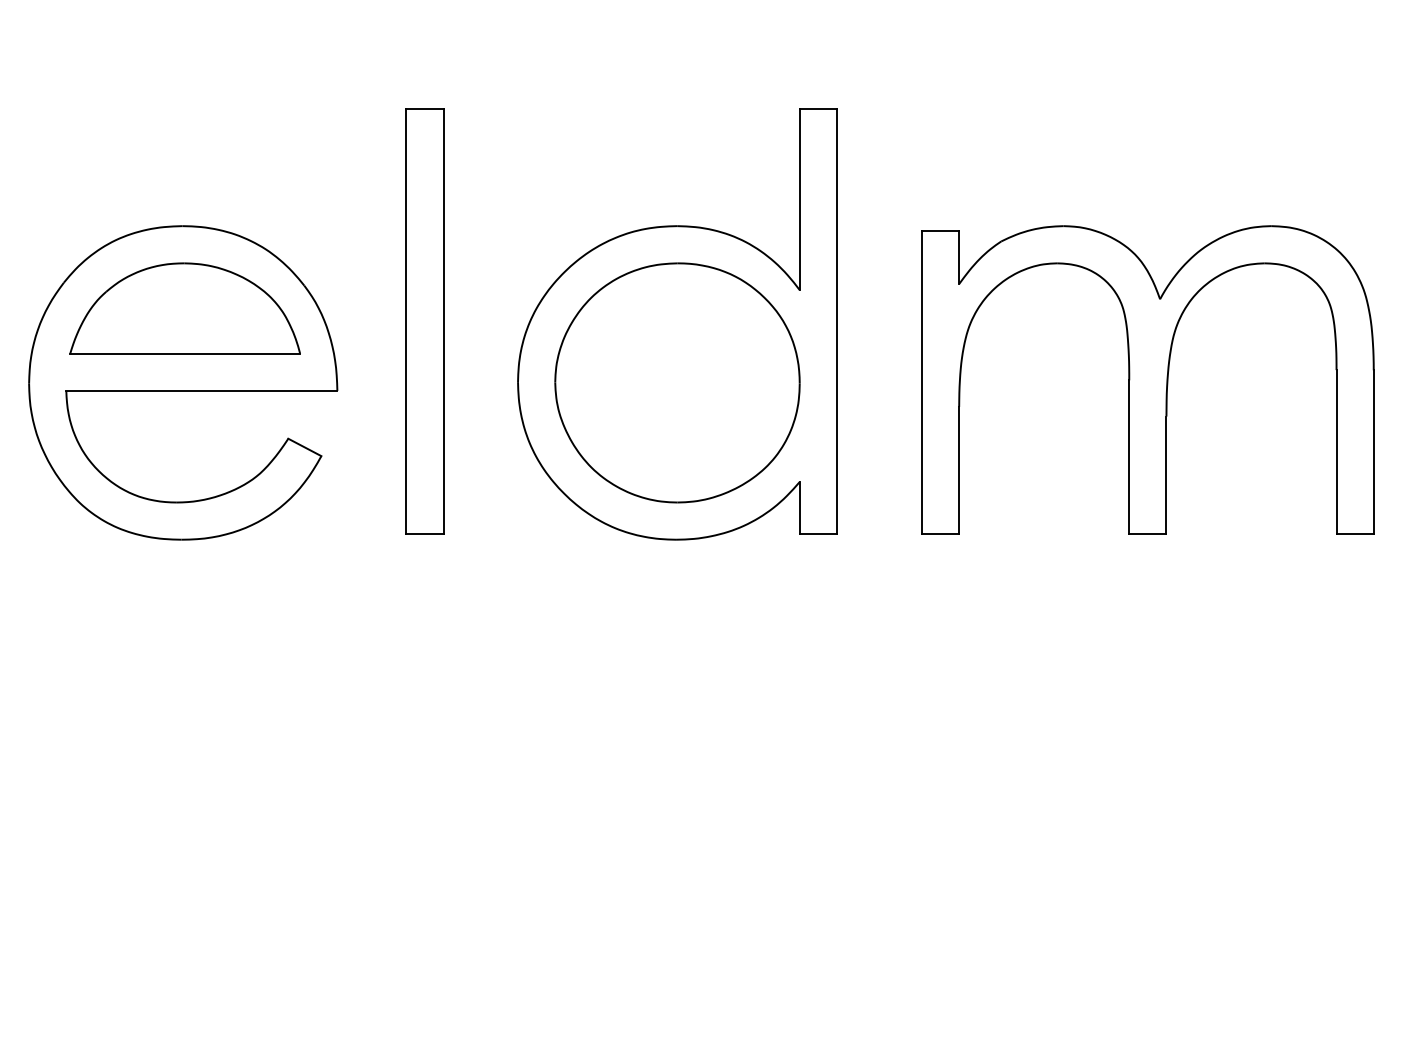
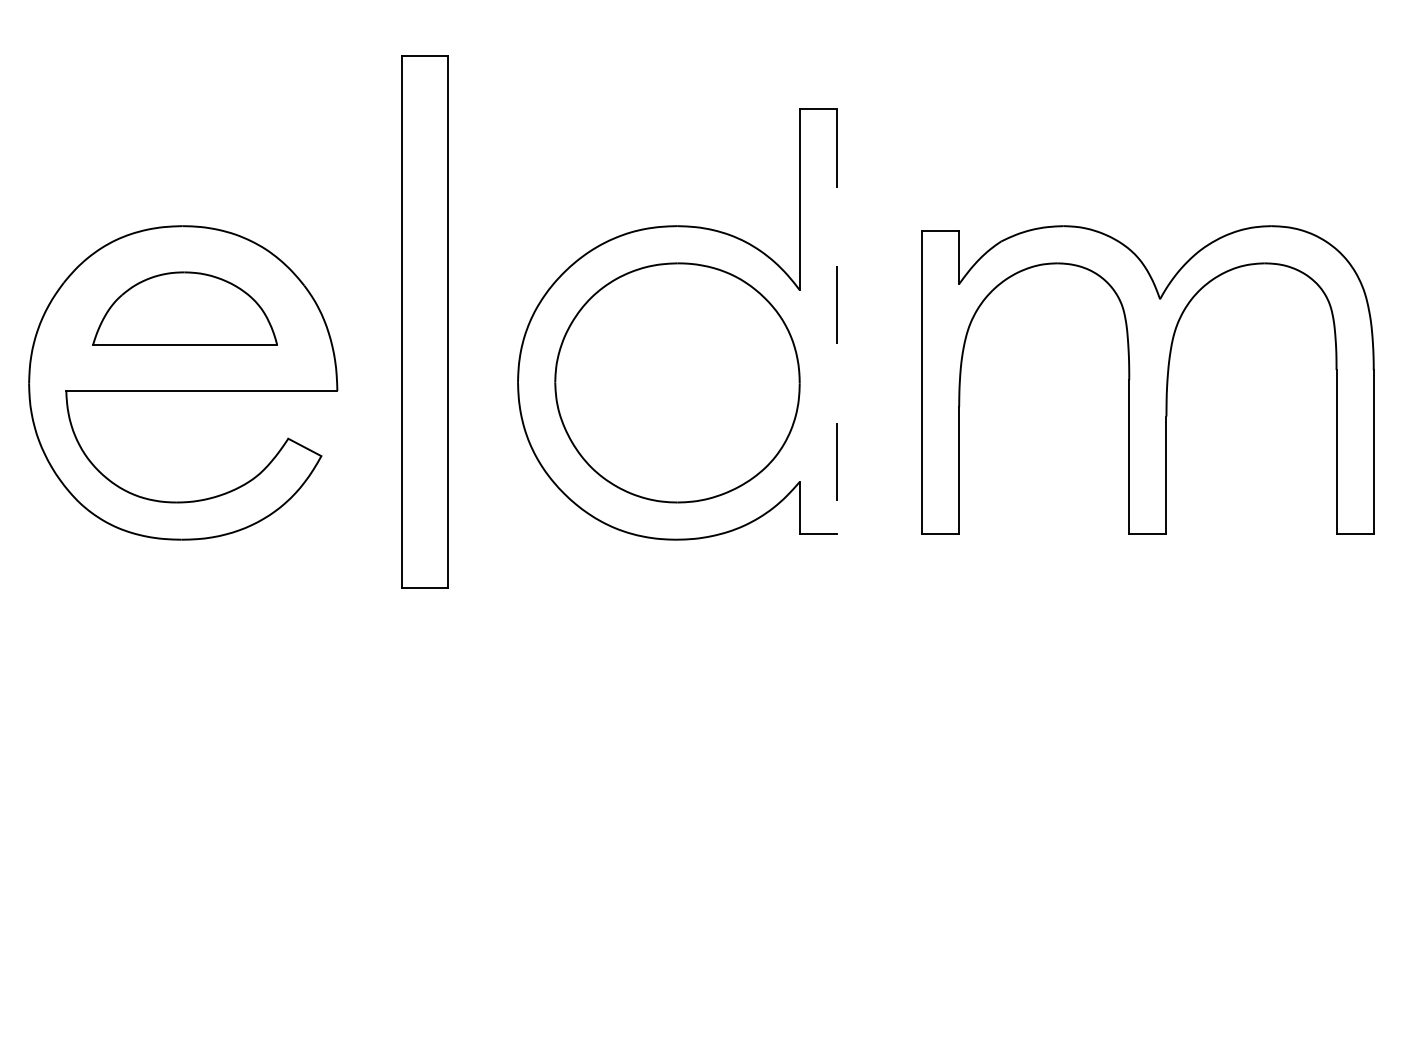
part at (184, 308) size: 232x93 px -> 186x75 px
part at (424, 321) size: 40x427 px -> 48x534 px
line at (836, 321): solid -> dashed
